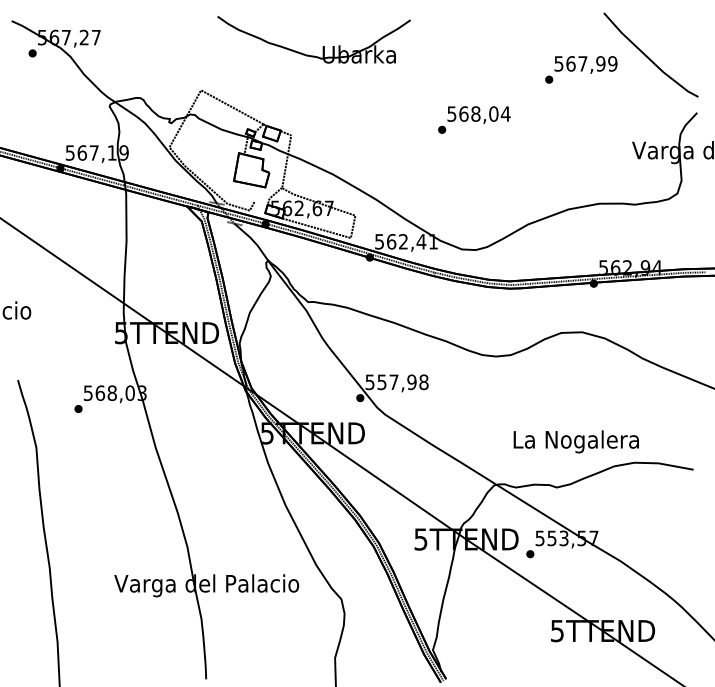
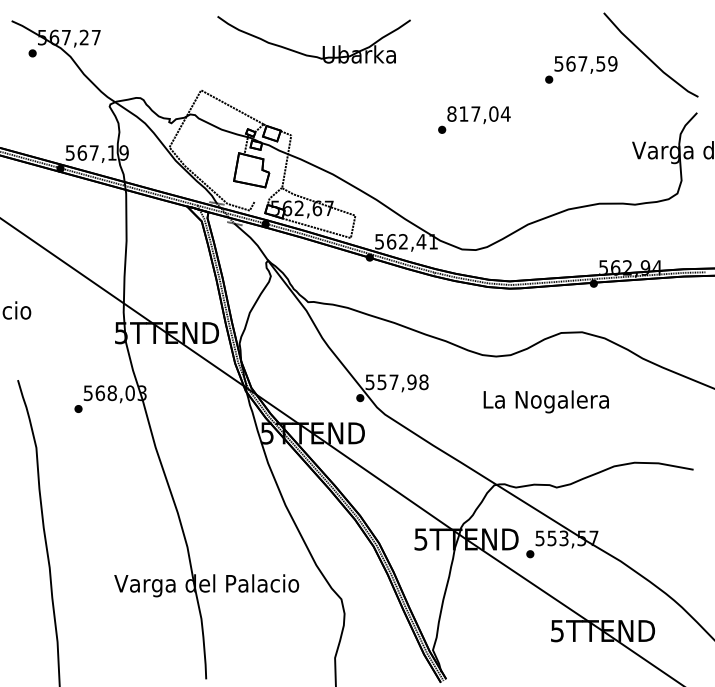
text at (600, 63): 567,99 -> 567,59
text at (463, 113): 568,04 -> 817,04
text at (575, 441) position: (575, 441) -> (545, 401)
